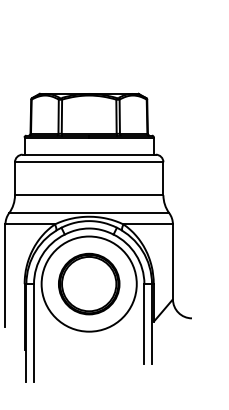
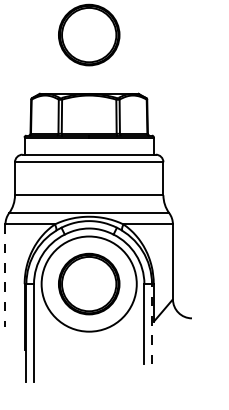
part at (89, 34): none -> present
line at (5, 276): solid -> dashed
line at (152, 323): solid -> dashed
